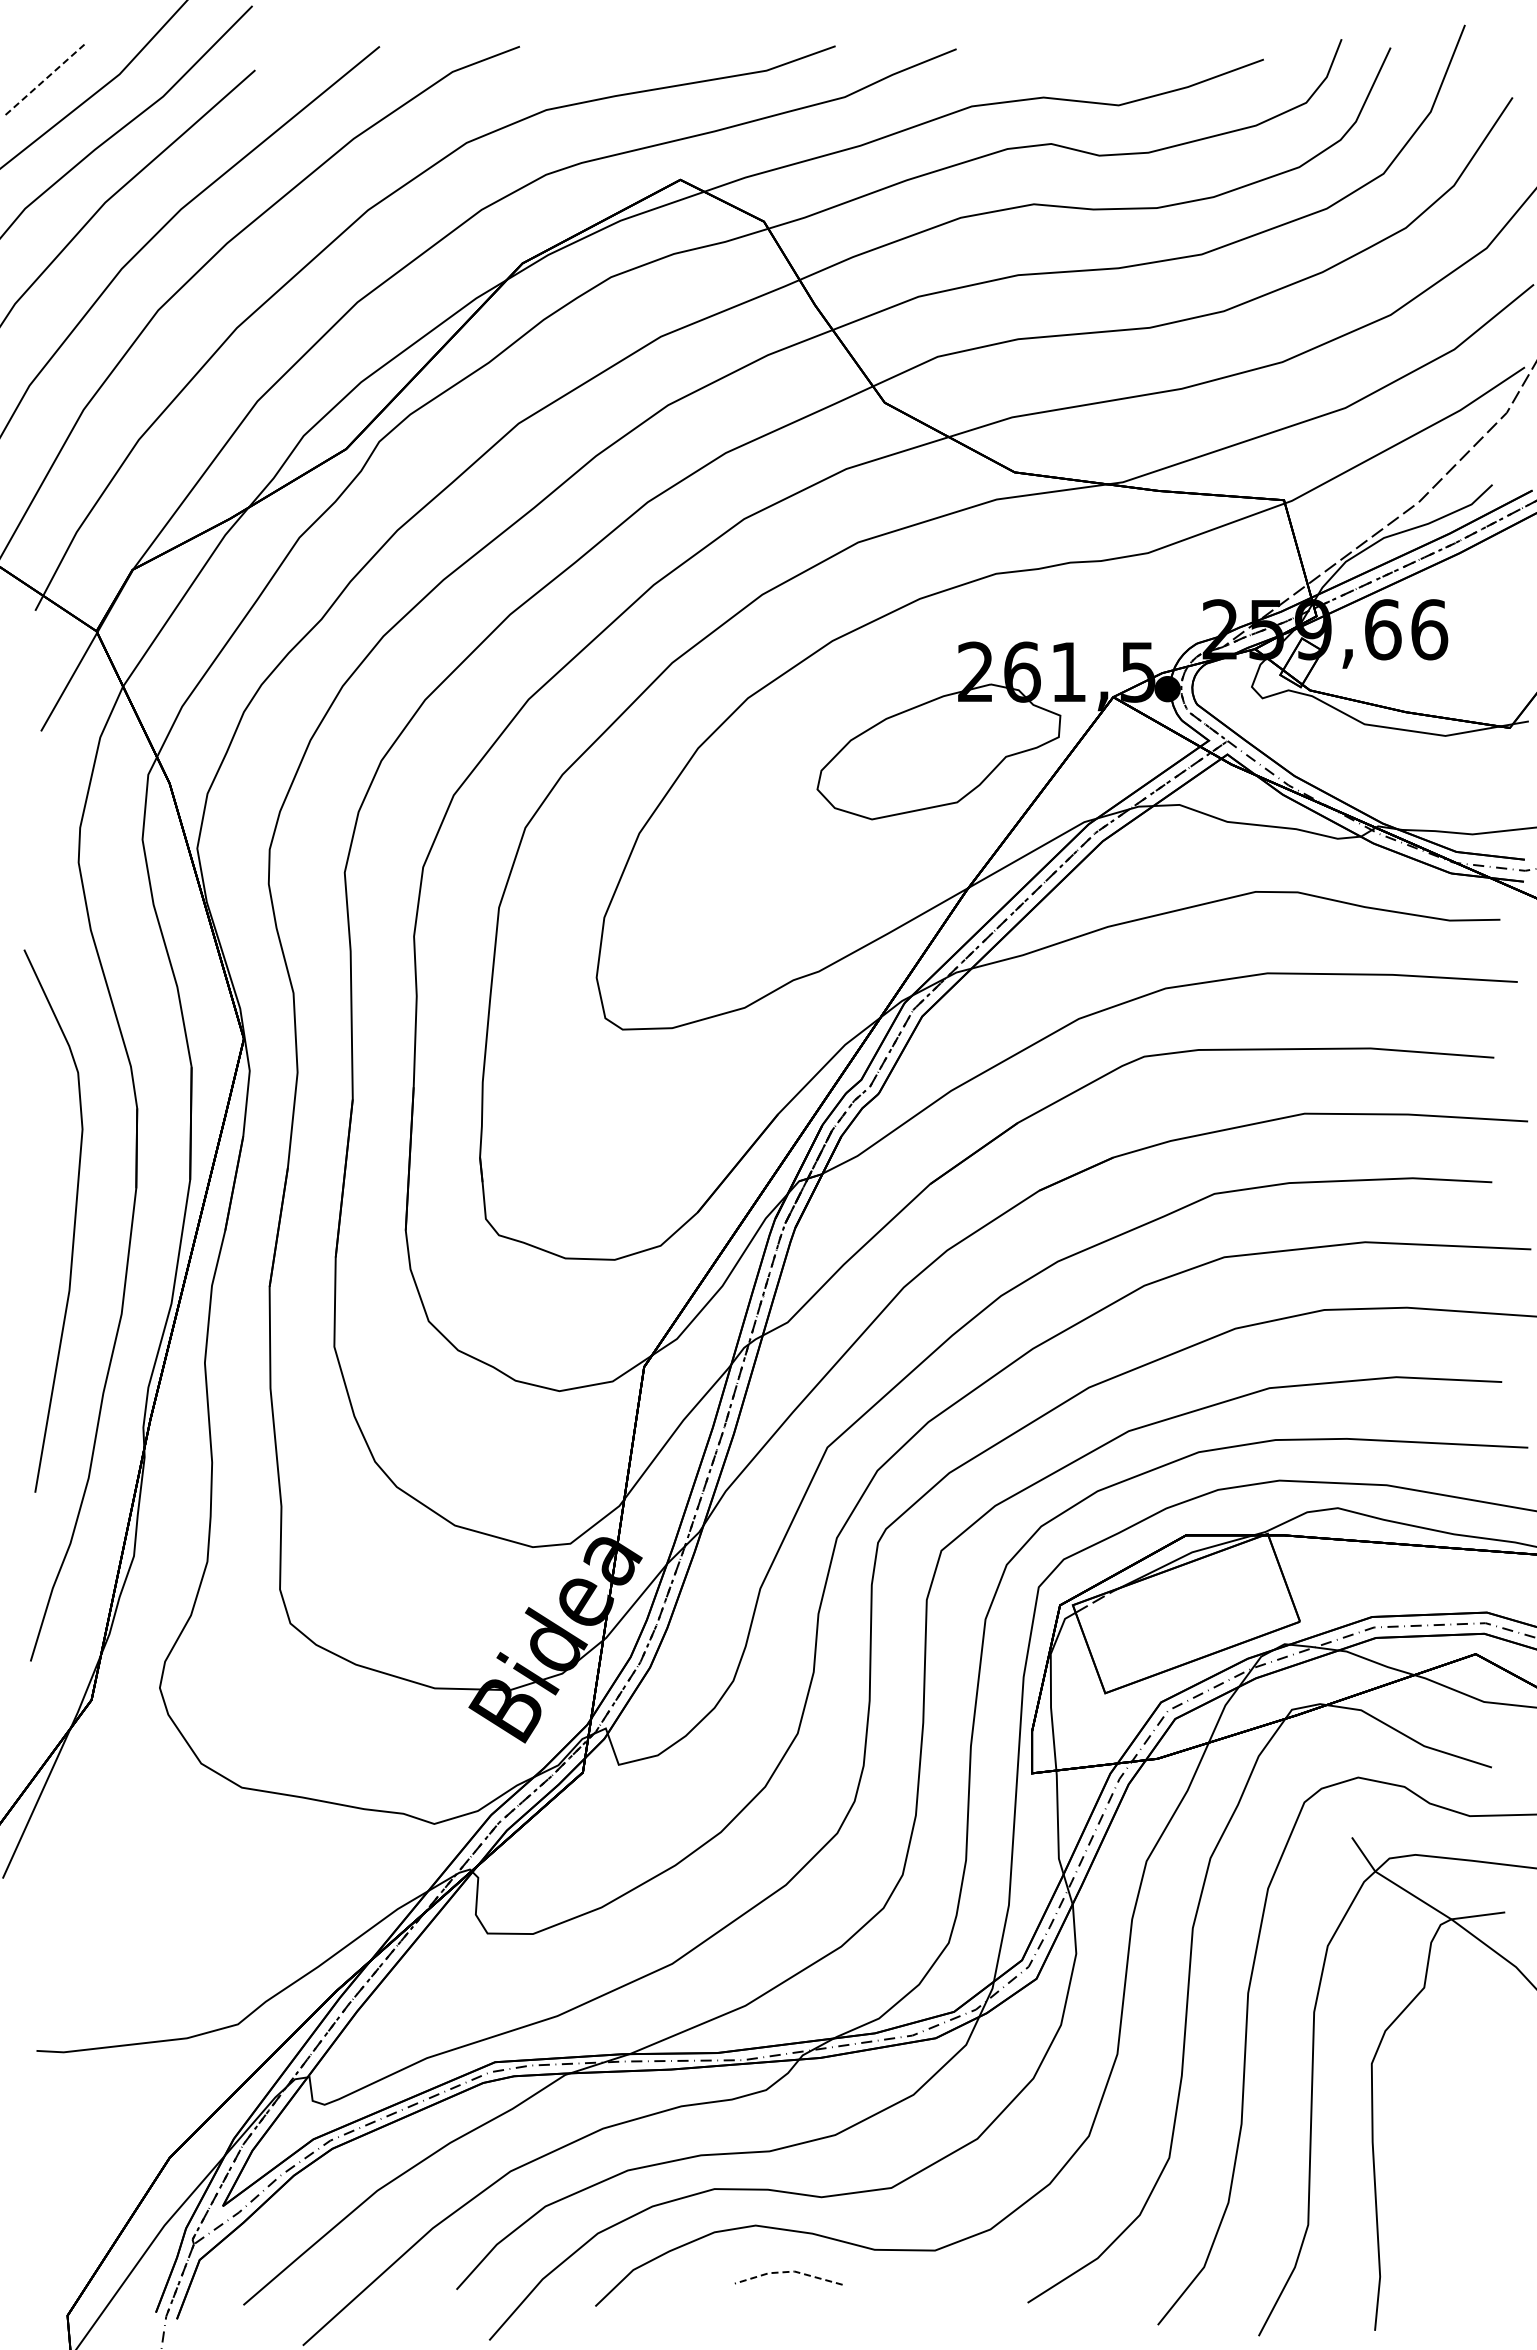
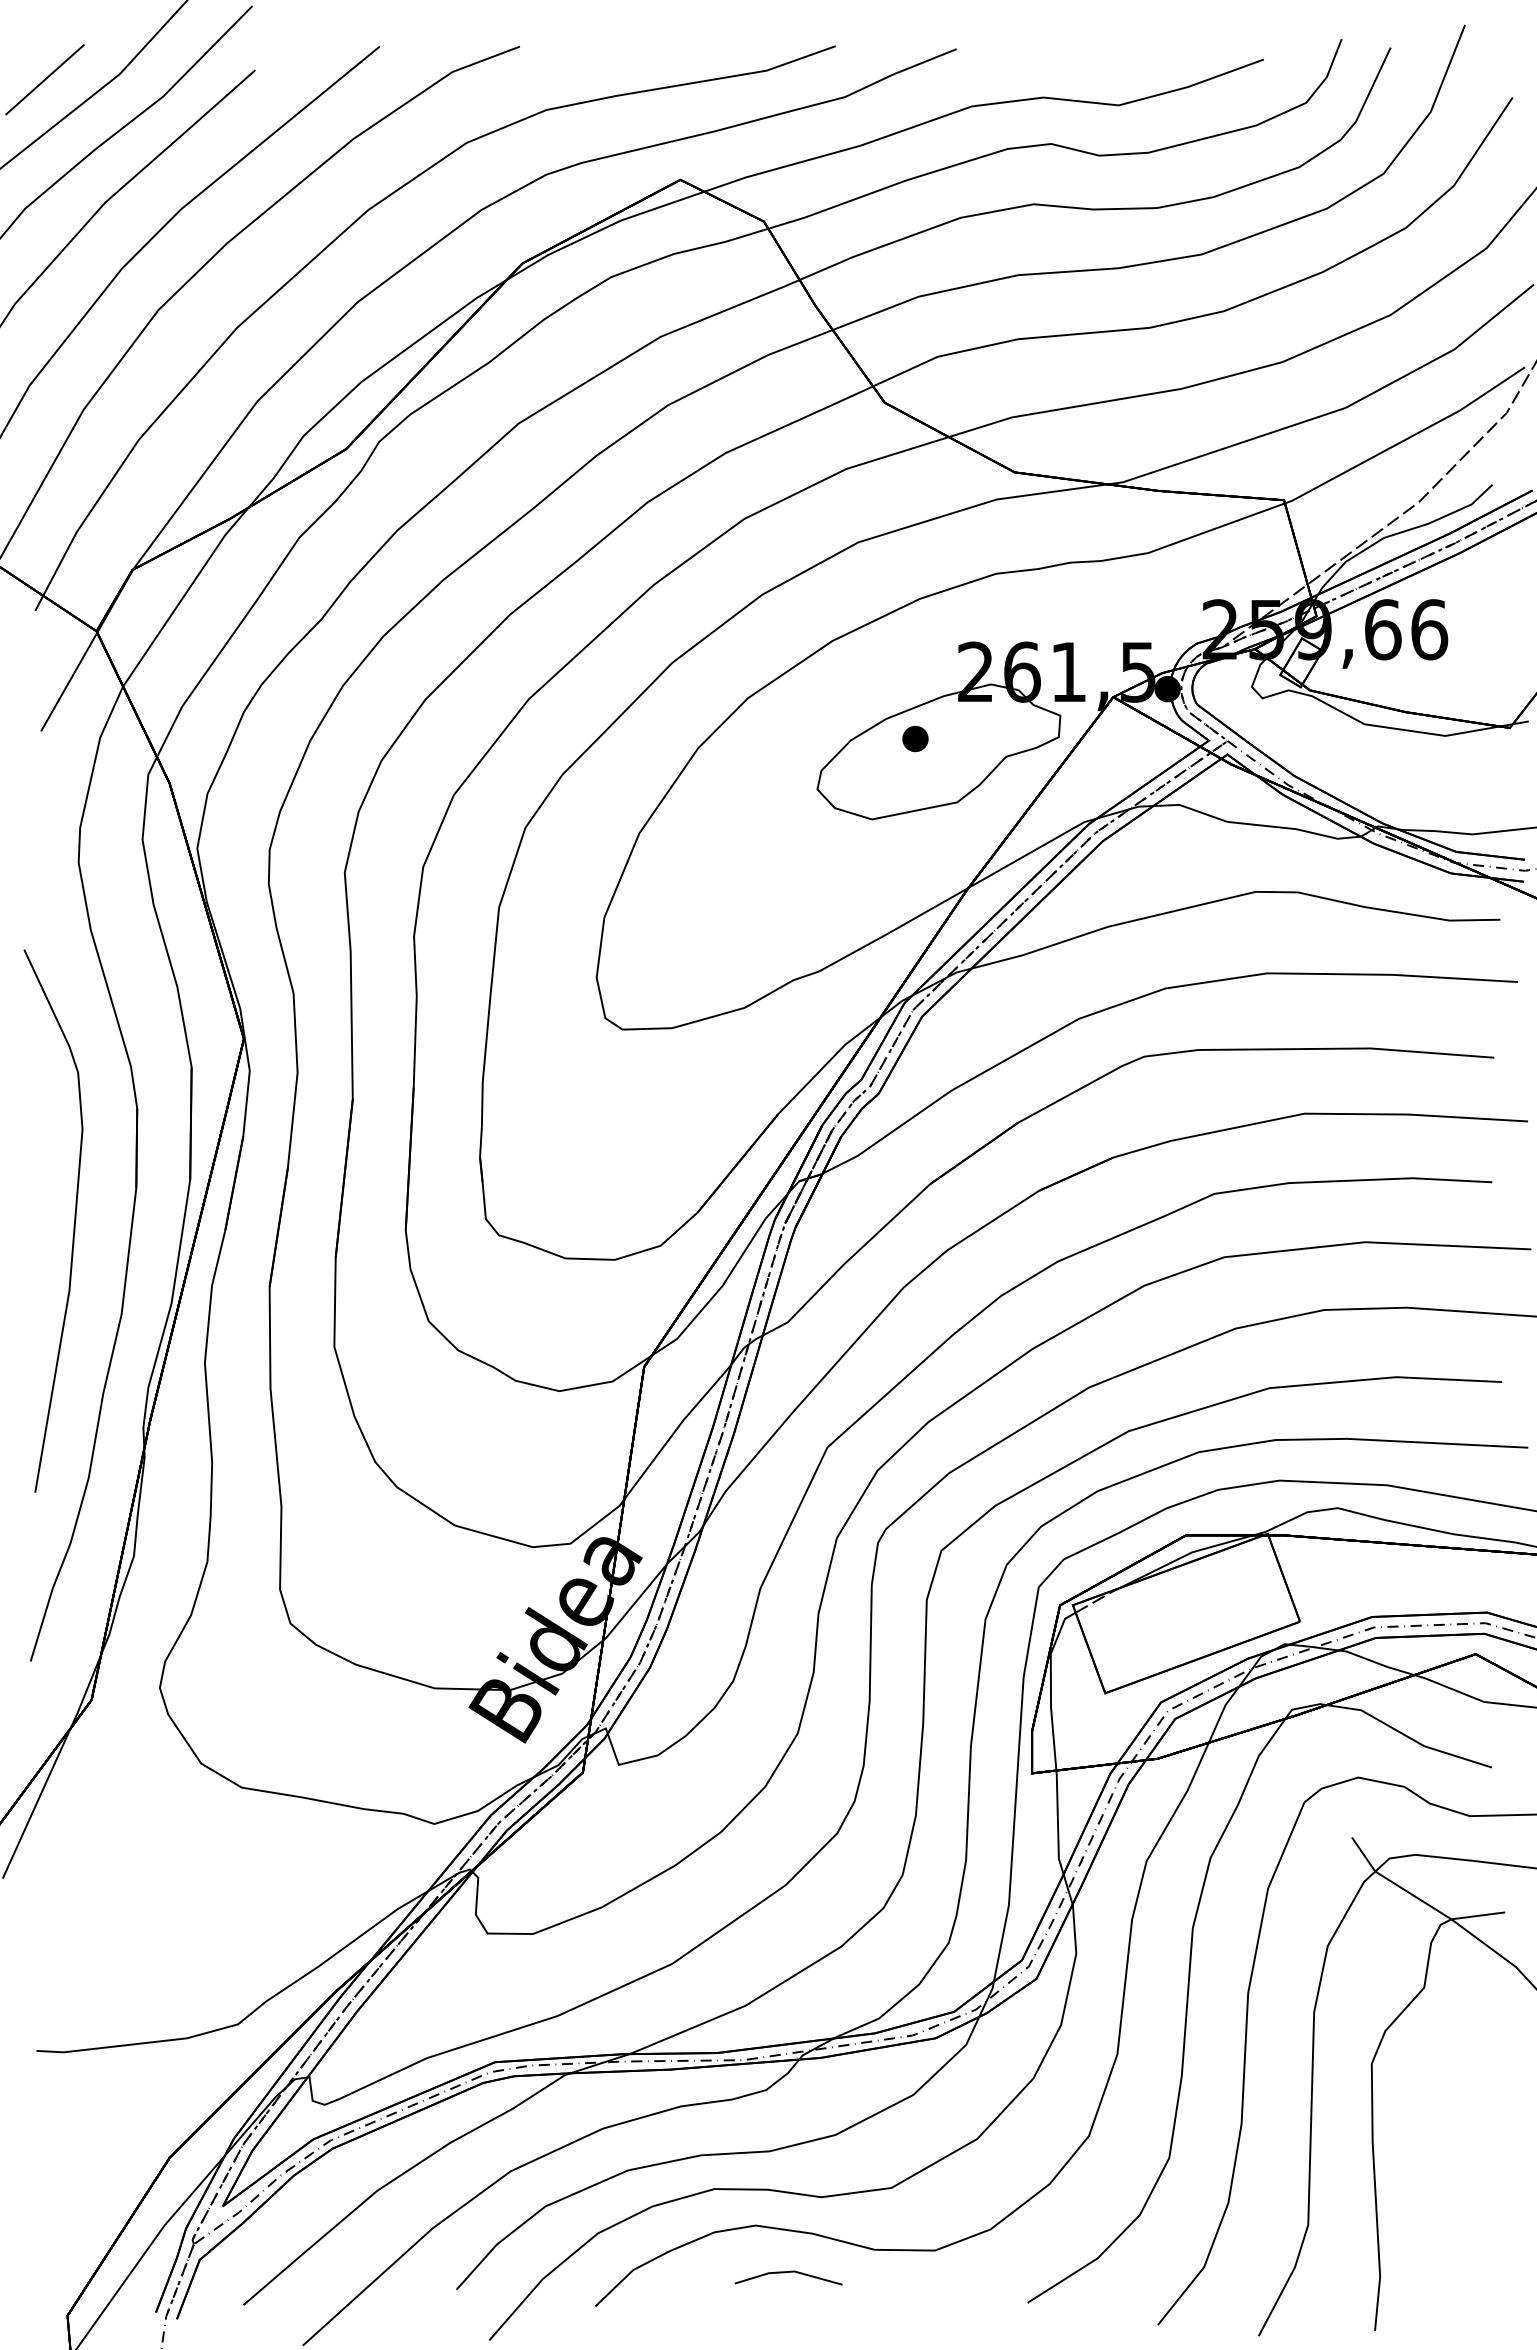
line at (45, 79): dashed -> solid
part at (915, 738): none -> present
line at (788, 2271): dashed -> solid
